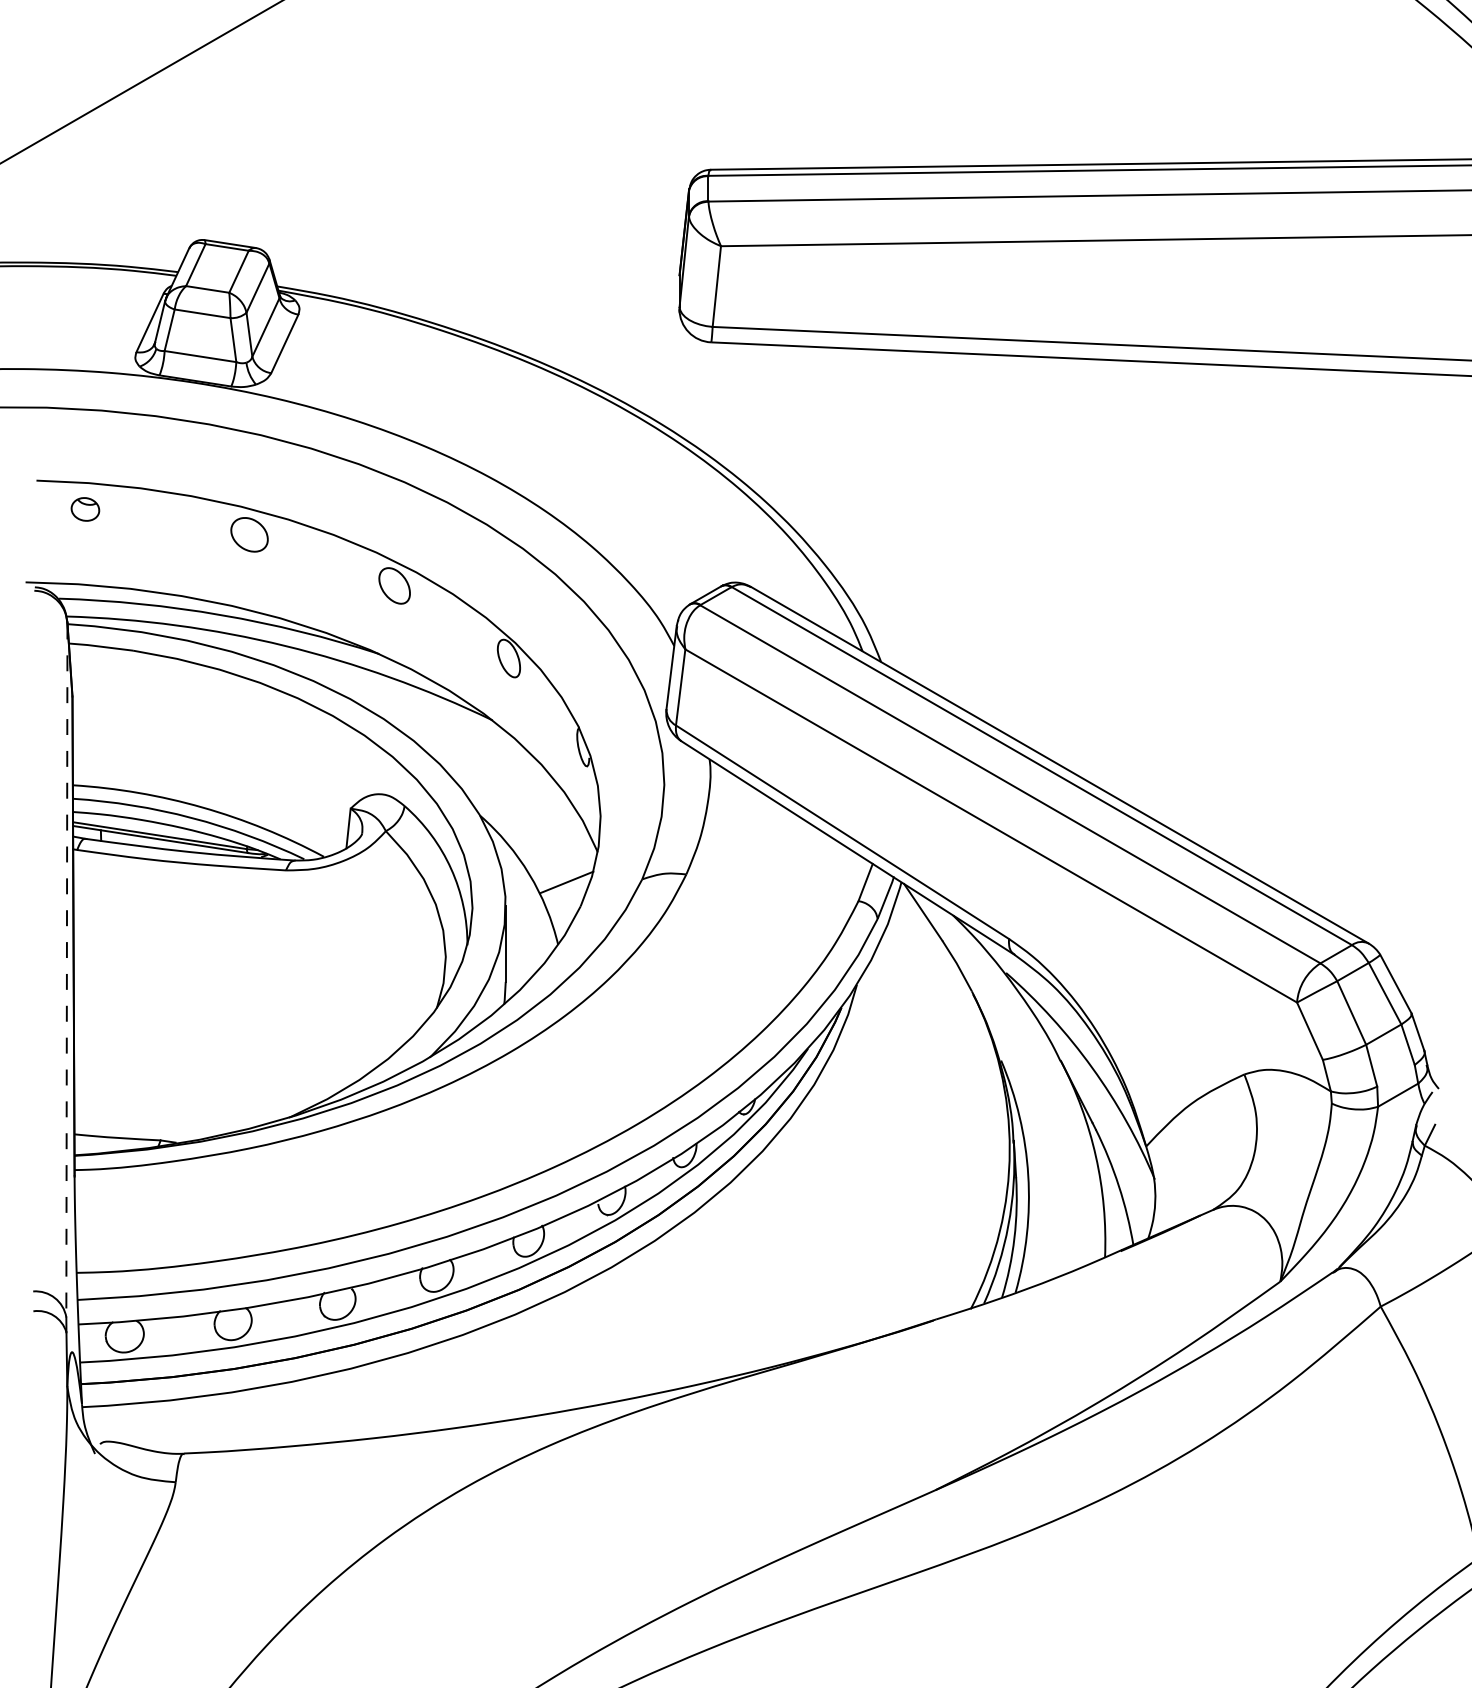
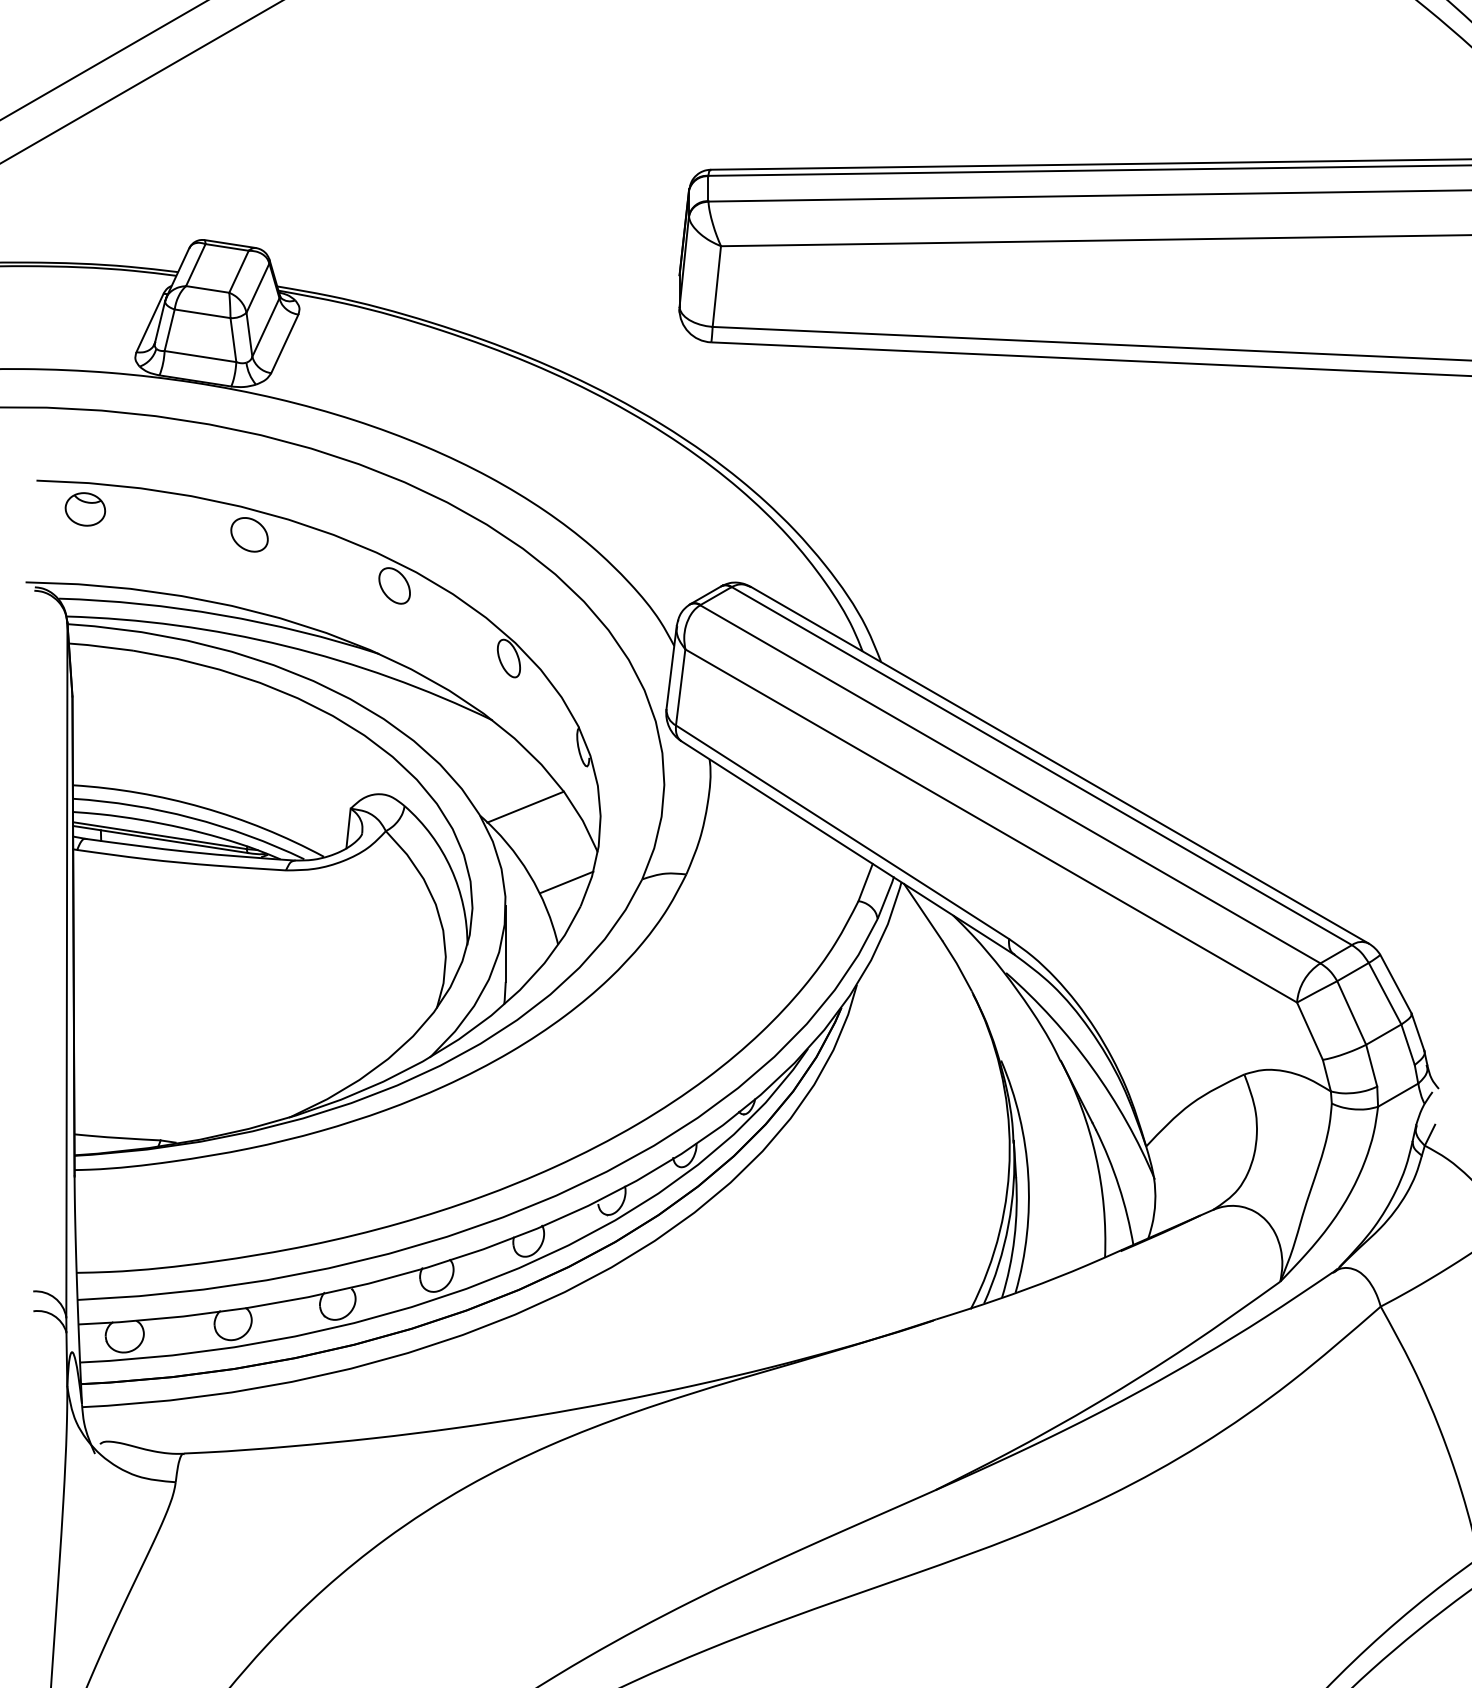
line at (103, 60): none -> present
part at (85, 509) size: 31x25 px -> 43x35 px
line at (525, 806): none -> present
line at (66, 970): dashed -> solid
